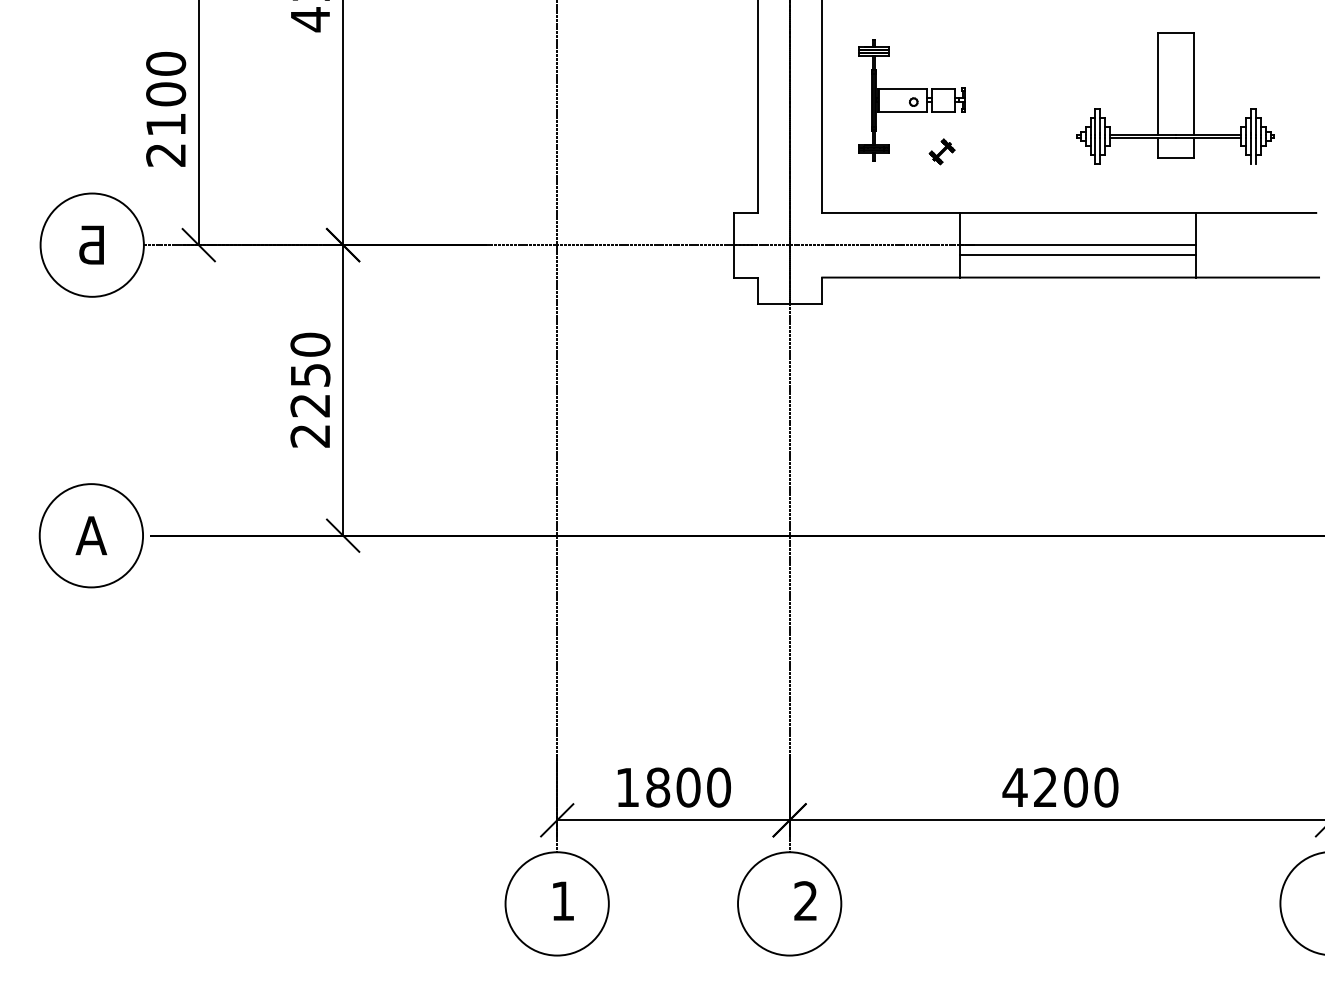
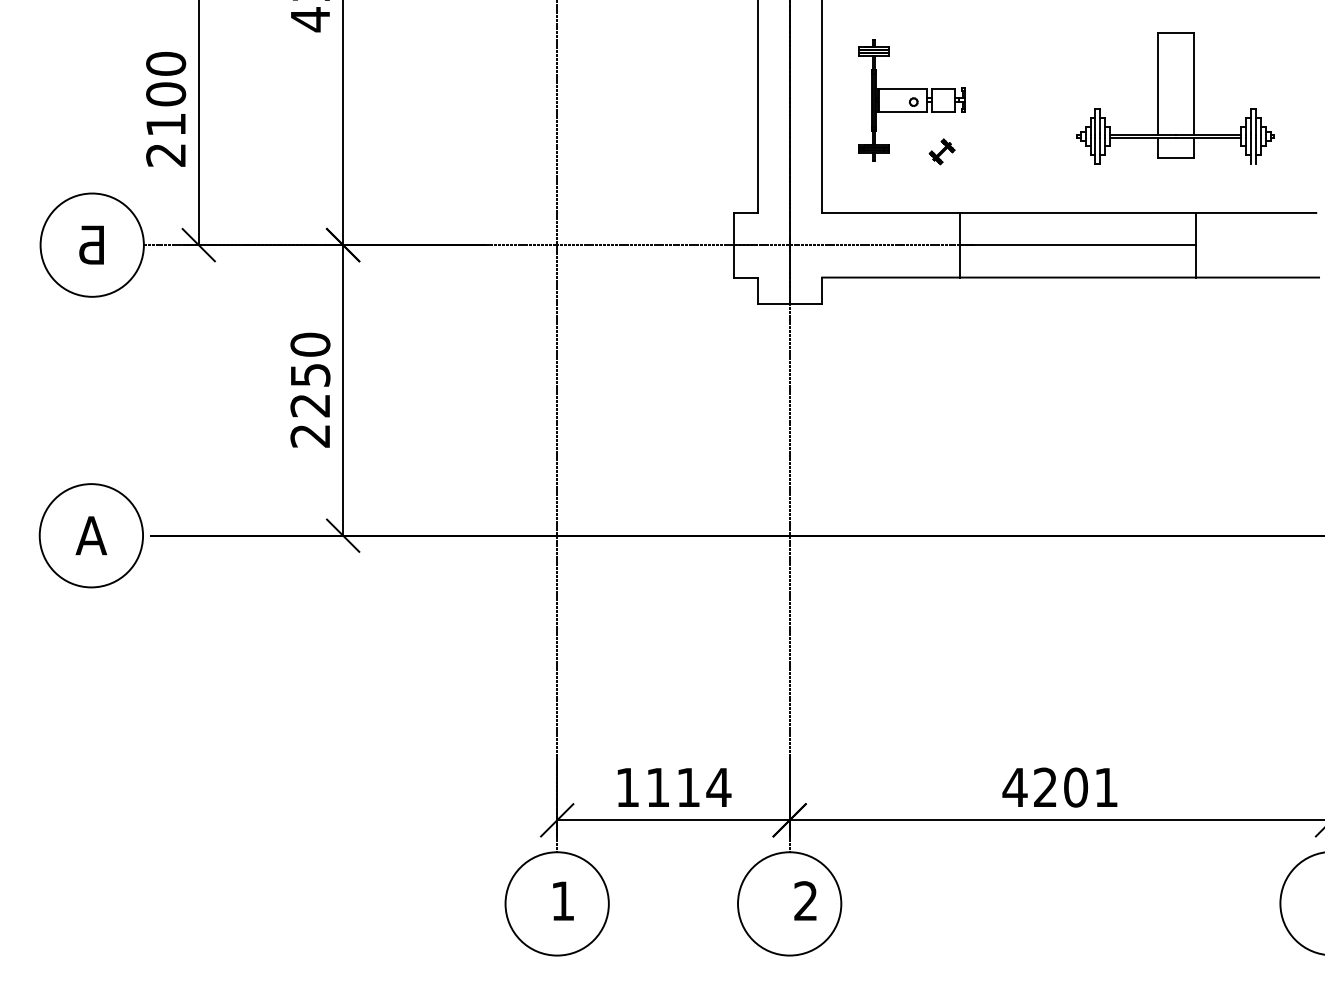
line at (1078, 255): present -> none
text at (688, 787): 1800 -> 1114
text at (1106, 787): 4200 -> 4201
